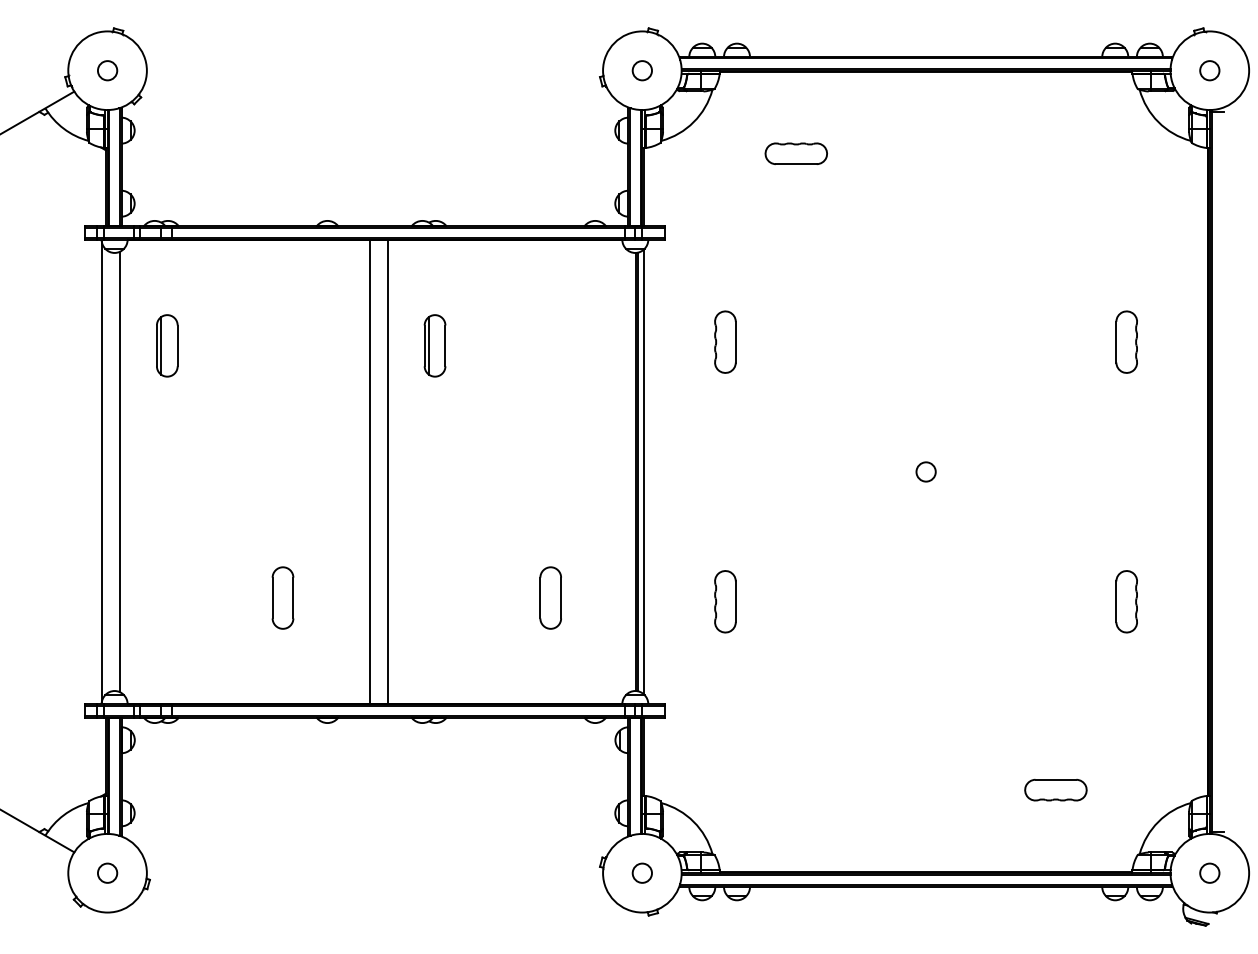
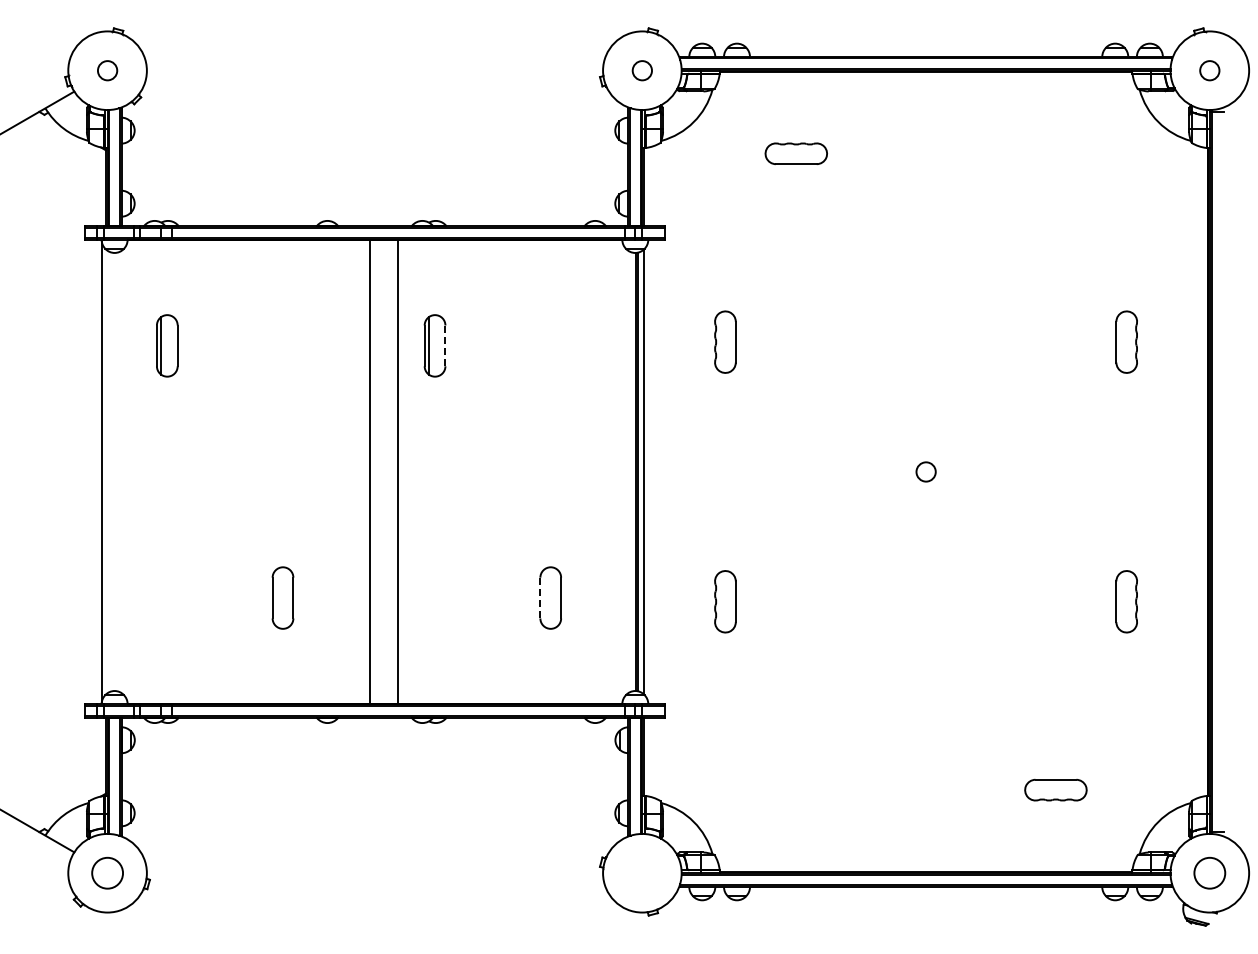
line at (445, 346): solid -> dashed
line at (120, 471): present -> none
line at (388, 471) position: (388, 471) -> (398, 471)
line at (540, 597): solid -> dashed
circle at (107, 872) diameter: 19 px -> 31 px
circle at (641, 872): present -> none
circle at (1209, 872) diameter: 19 px -> 31 px
